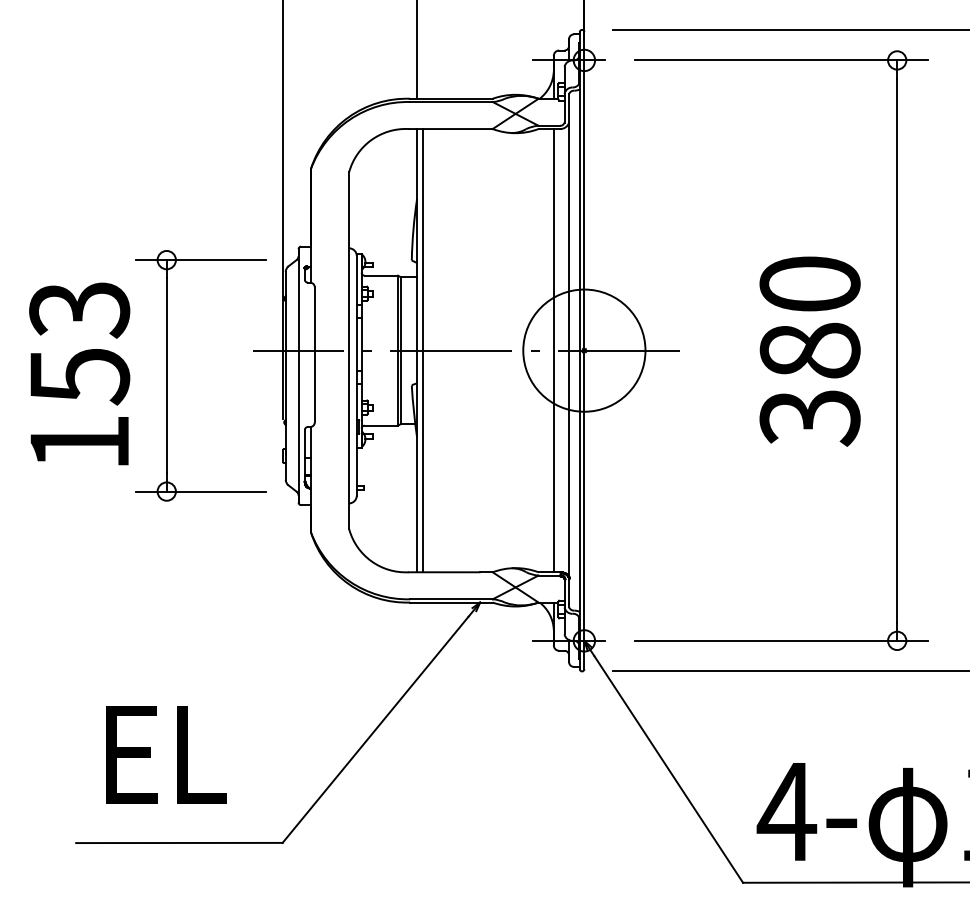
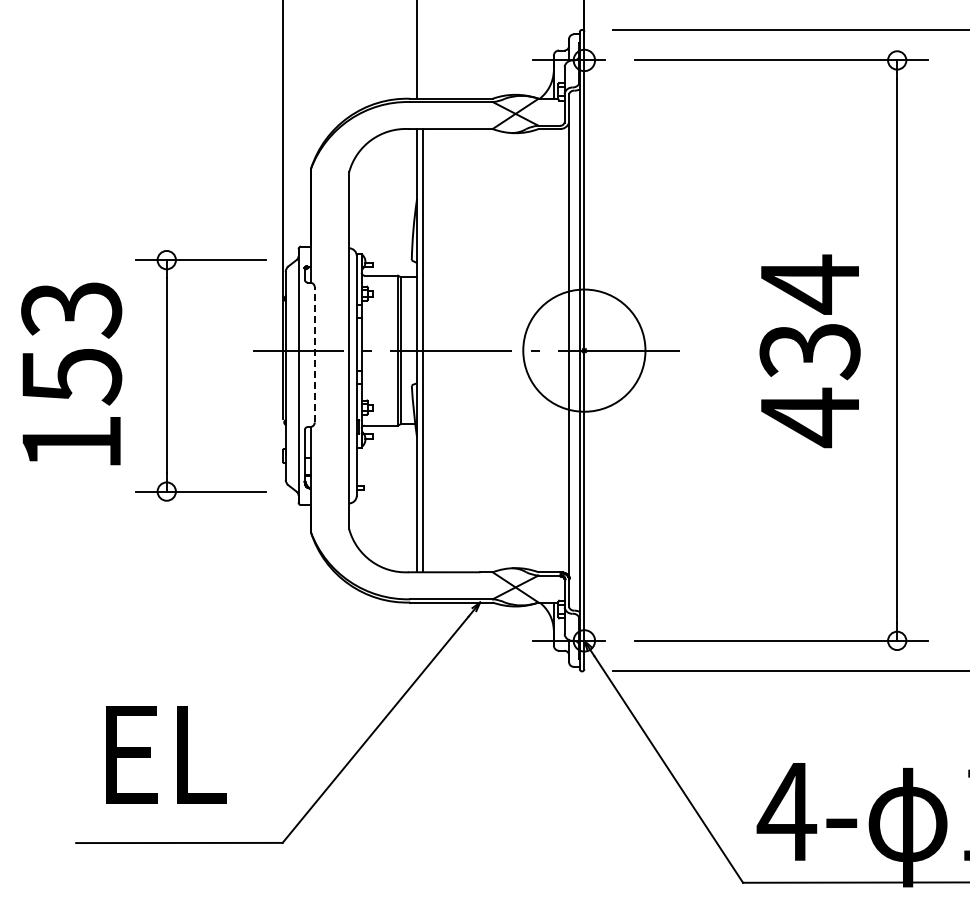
line at (553, 350): present -> none
text at (809, 351): 380 -> 434
line at (314, 354): solid -> dashed
text at (79, 373) position: (79, 373) -> (71, 373)
